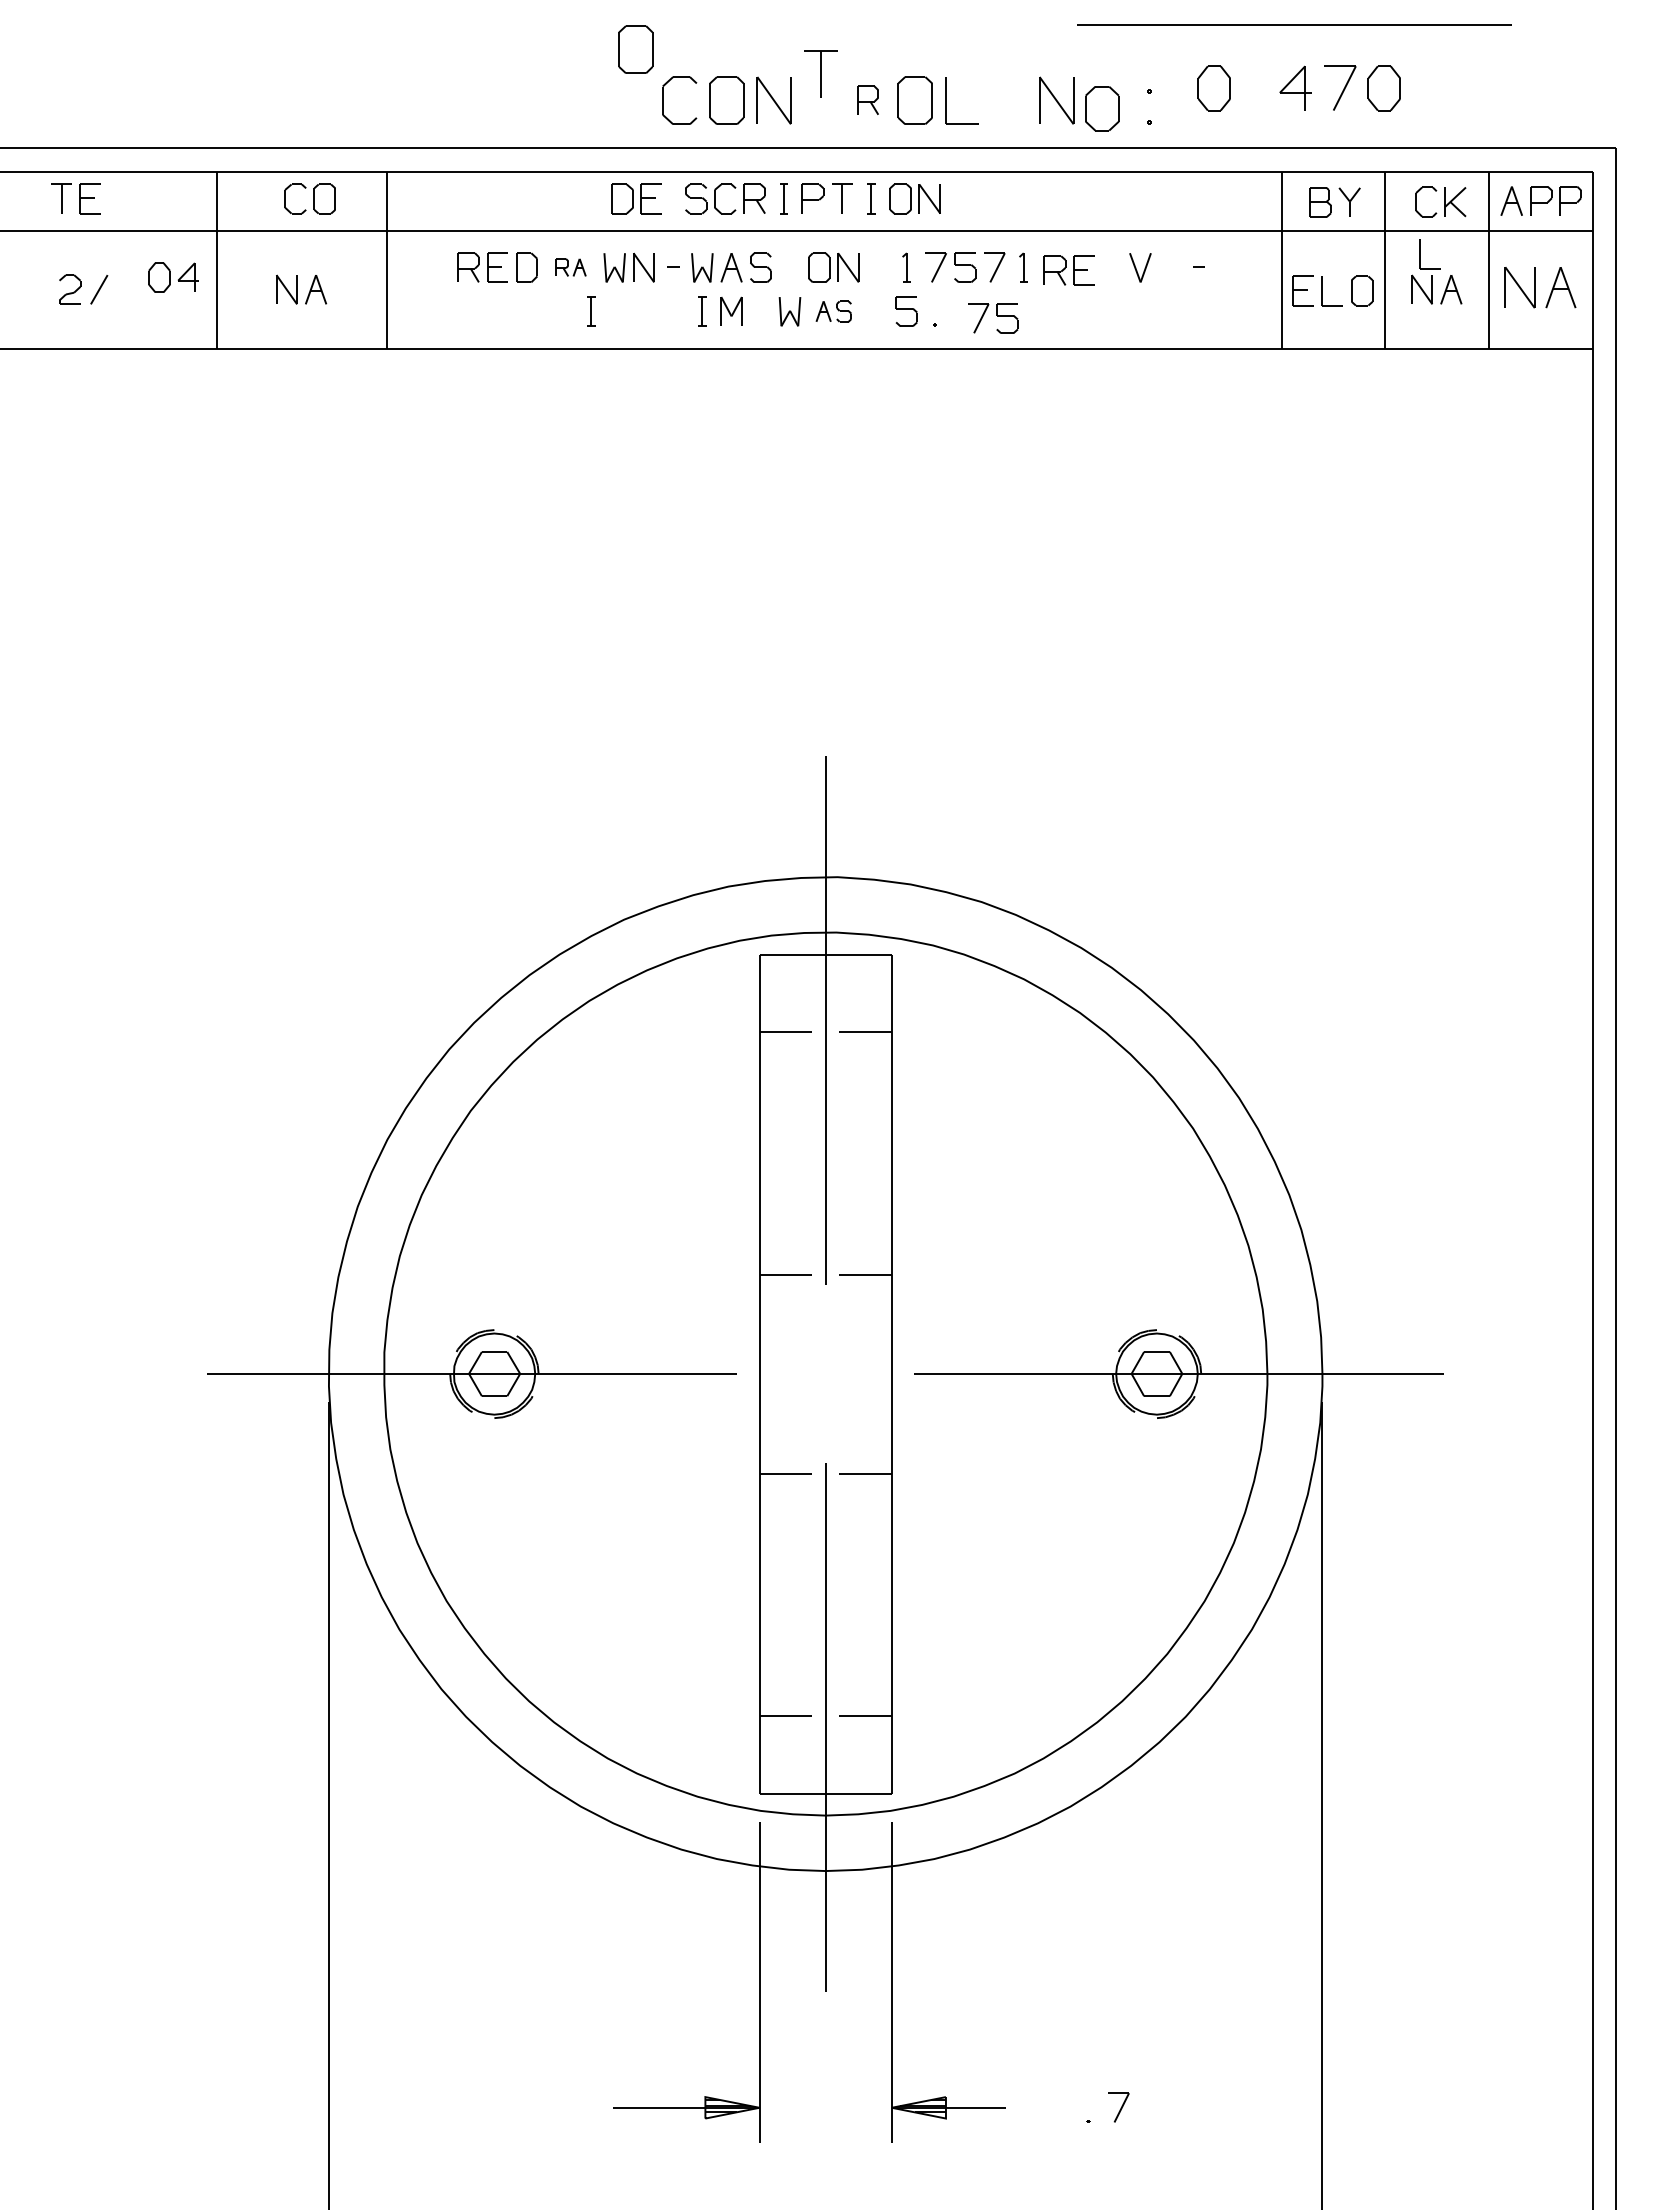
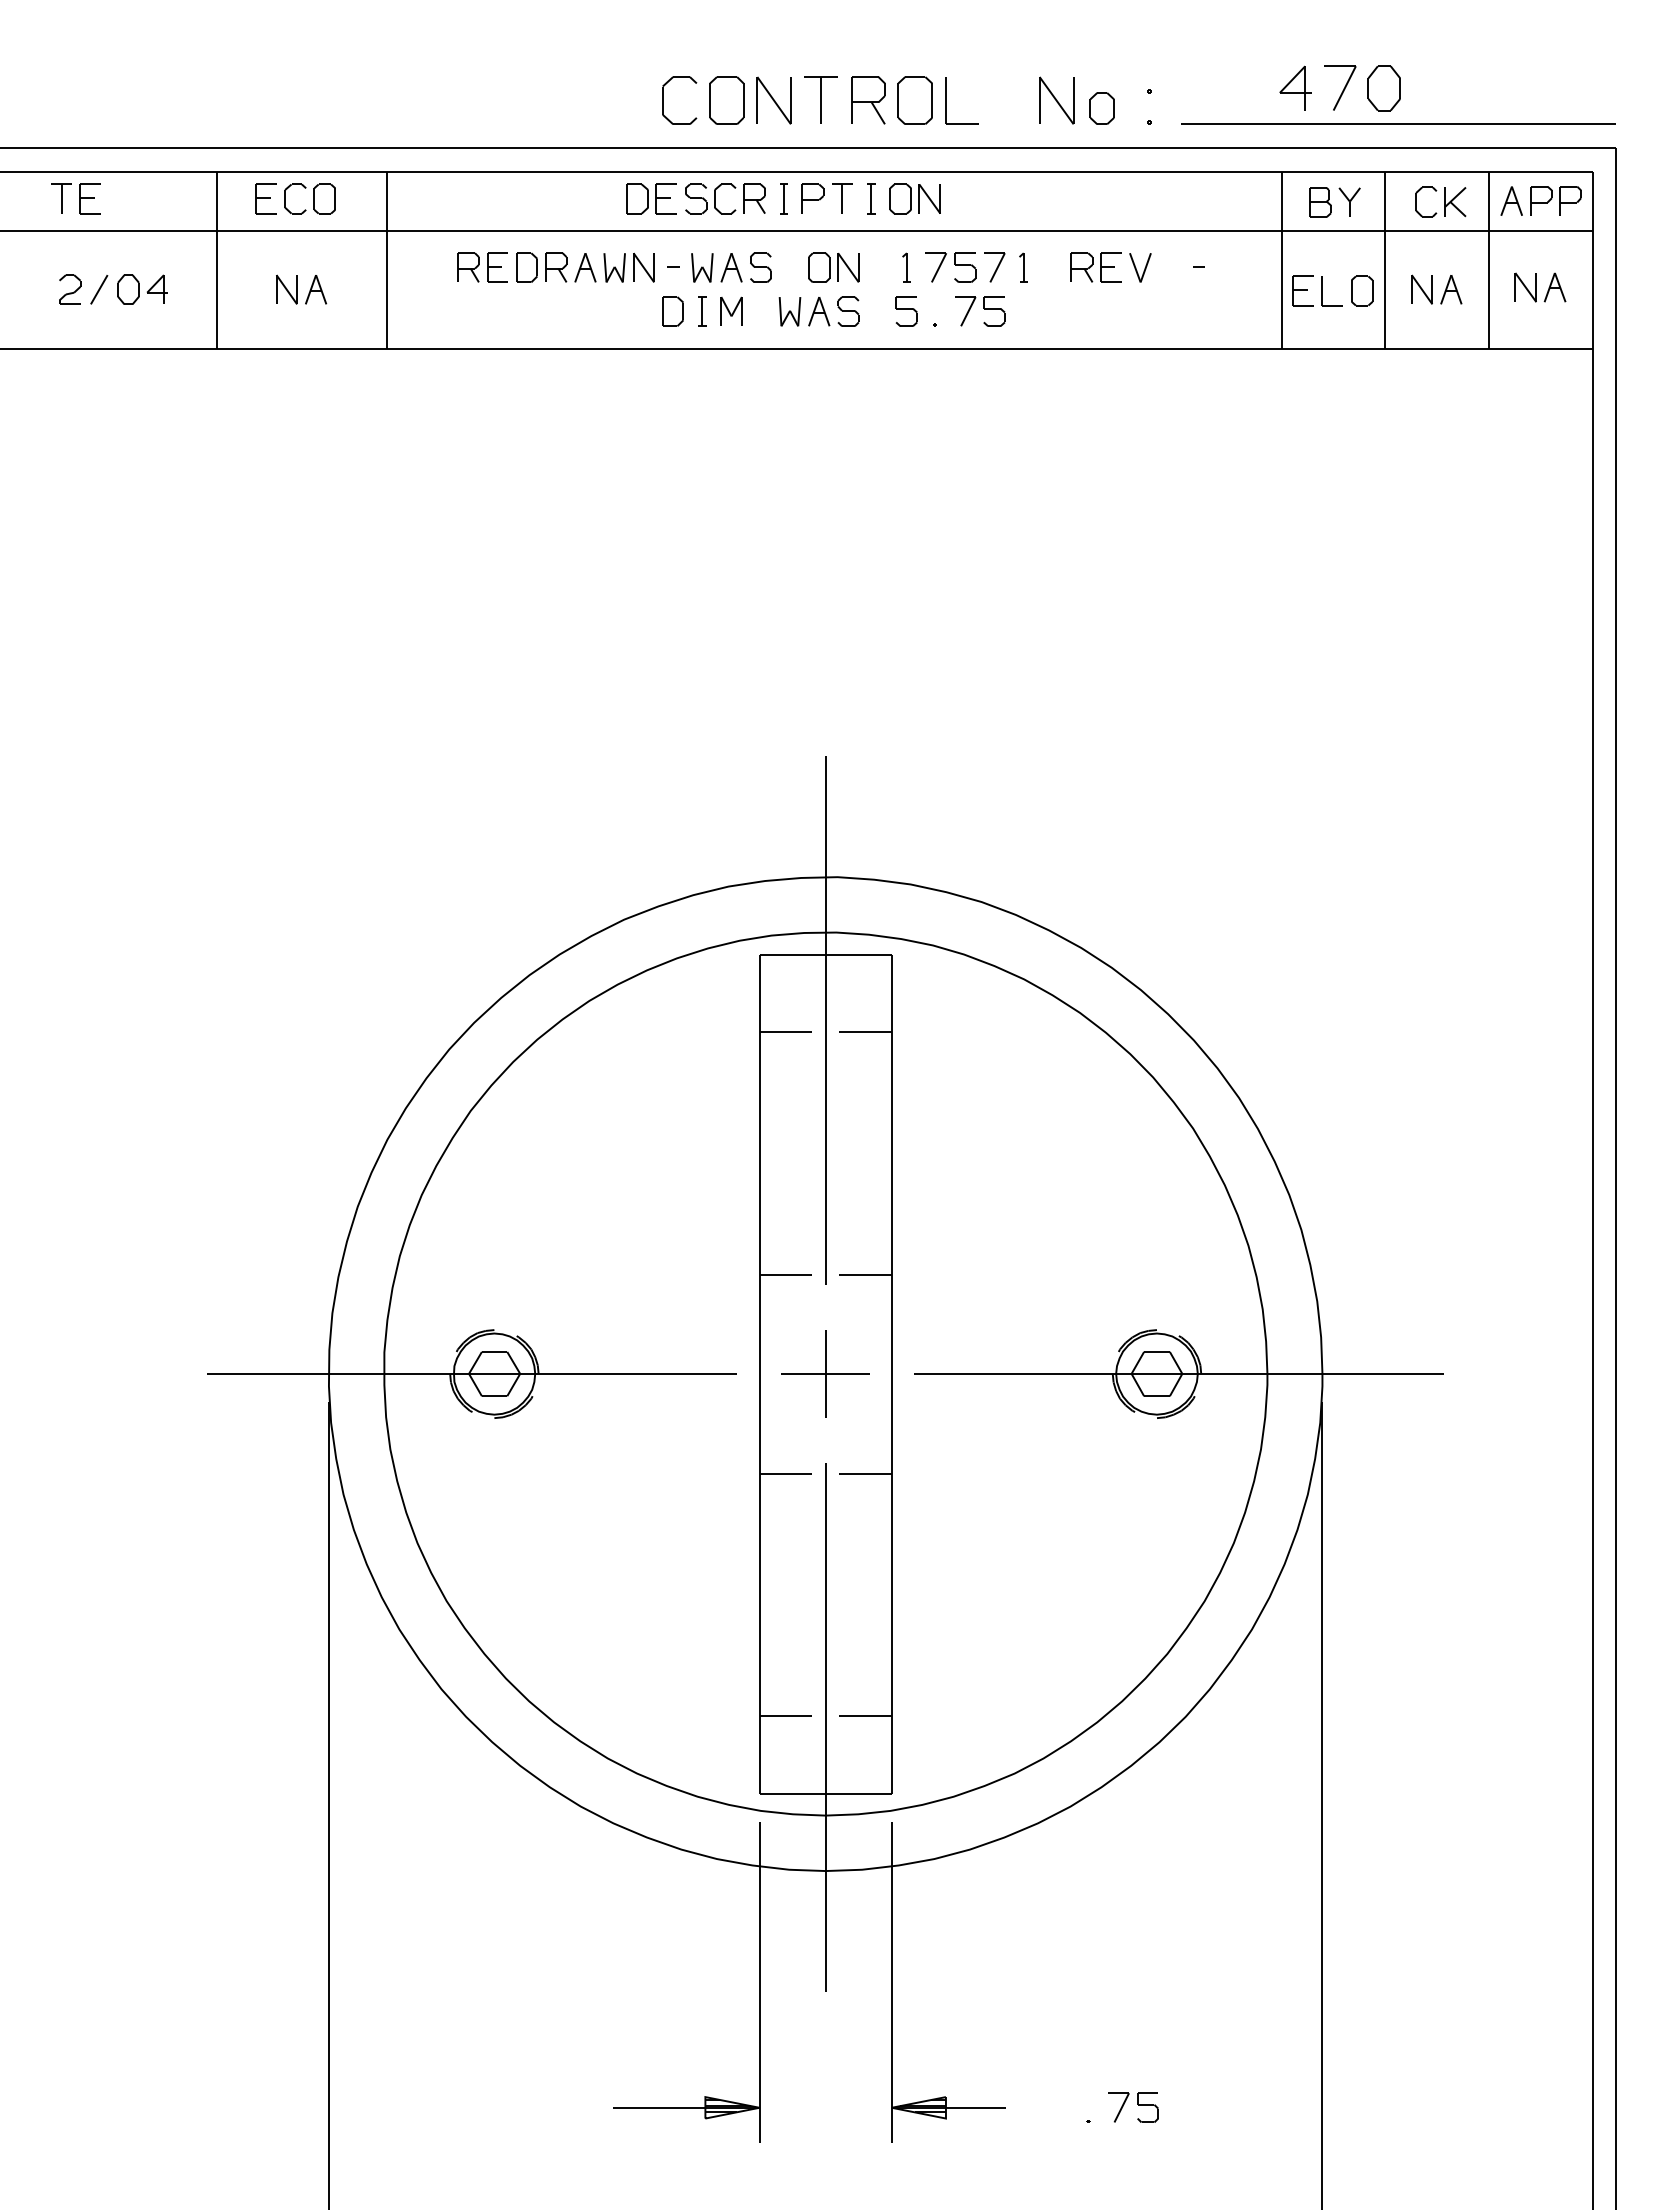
line at (1294, 24) position: (1294, 24) -> (1398, 123)
part at (635, 49): present -> none
part at (820, 73) position: (820, 73) -> (820, 99)
part at (1213, 88): present -> none
part at (867, 99) size: 22x30 px -> 35x49 px
part at (1102, 108) size: 35x46 px -> 26x33 px
part at (265, 198): none -> present
part at (636, 198) position: (636, 198) -> (651, 198)
part at (1420, 254): present -> none
part at (570, 267) size: 32x19 px -> 52x31 px
part at (1068, 270) position: (1068, 270) -> (1095, 267)
part at (173, 277) position: (173, 277) -> (142, 289)
part at (1540, 287) size: 73x42 px -> 53x31 px
part at (591, 311): present -> none
part at (672, 311): none -> present
part at (833, 311) size: 37x23 px -> 52x31 px
part at (993, 318) position: (993, 318) -> (980, 311)
part at (825, 1373): none -> present
part at (1147, 2107): none -> present
